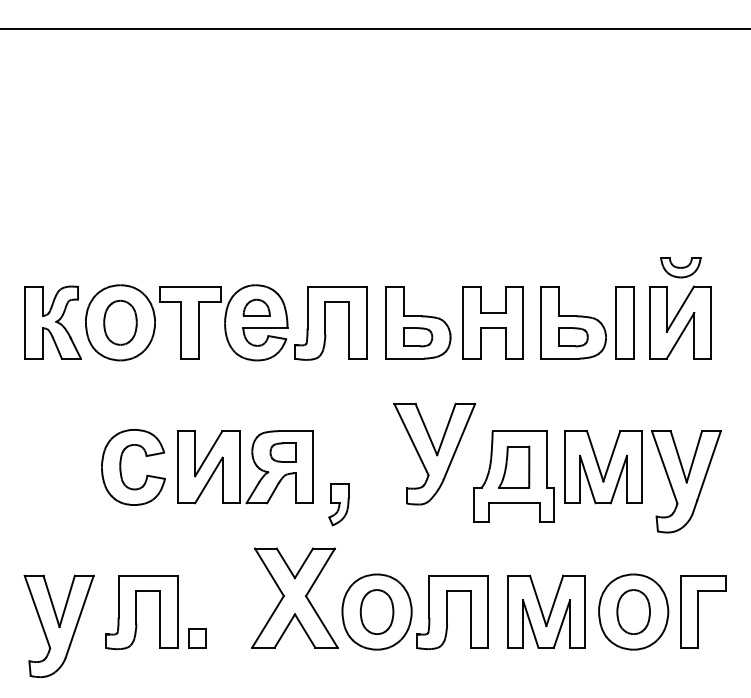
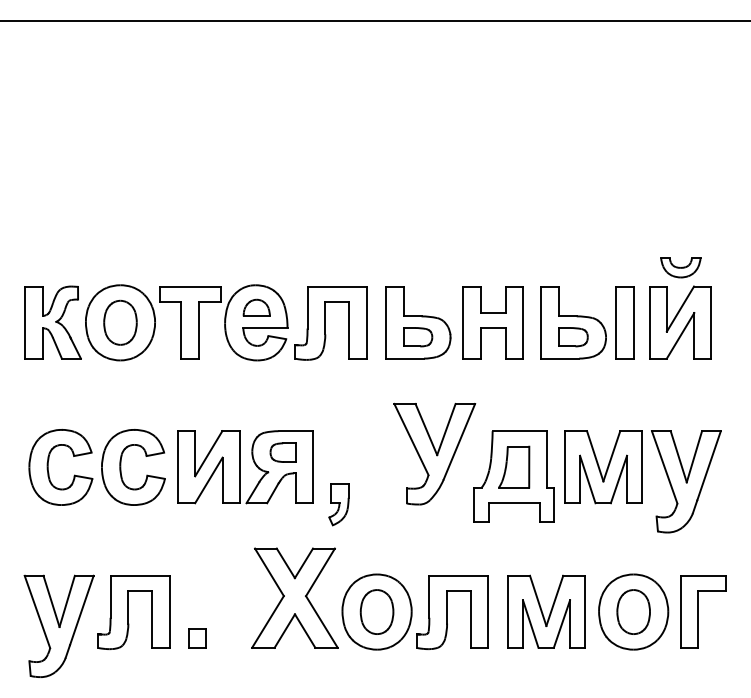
line at (374, 28) position: (374, 28) -> (374, 20)
part at (48, 466): none -> present
part at (141, 612) position: (141, 612) -> (133, 612)
